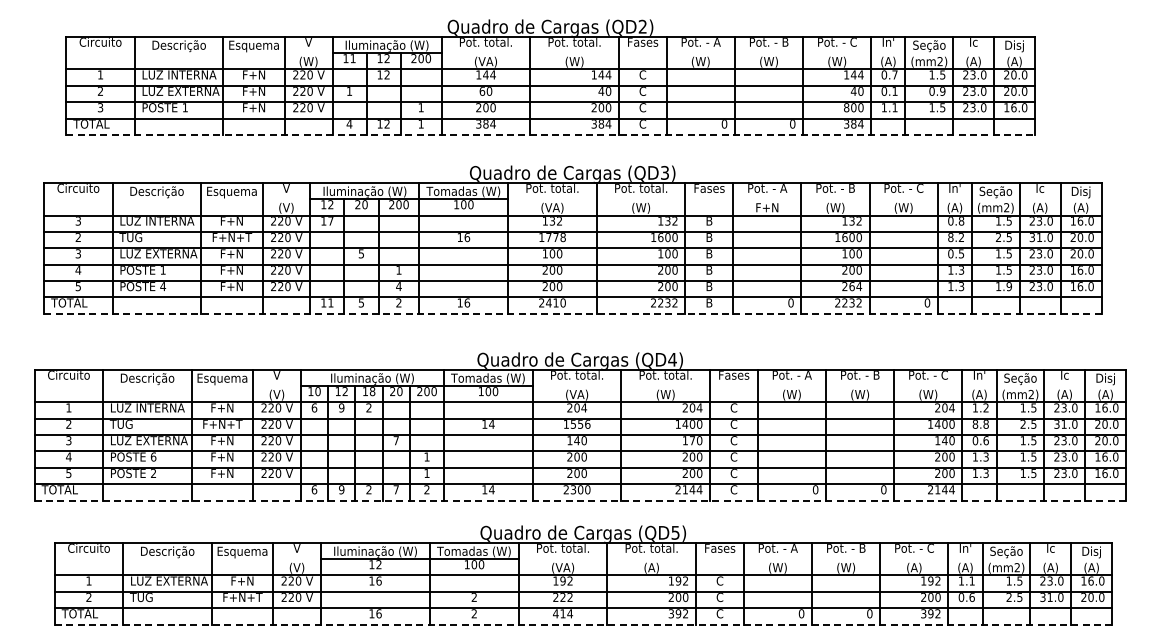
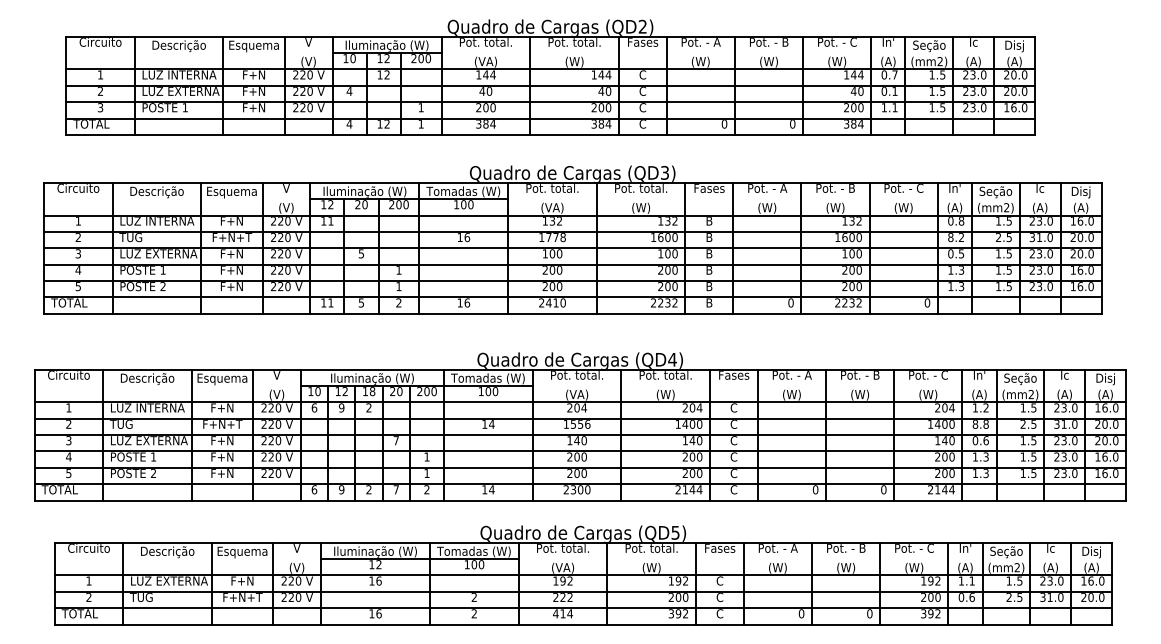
text at (352, 58): 11 -> 10
text at (308, 61): (W) -> (V)
text at (349, 91): 1 -> 4
text at (482, 91): 60 -> 40
text at (937, 91): 0.9 -> 1.5
text at (846, 107): 800 -> 200
line at (551, 134): dashed -> solid
text at (767, 207): F+N -> (W)
text at (77, 221): 3 -> 1
text at (330, 221): 17 -> 11
text at (163, 286): 4 -> 2
text at (398, 286): 4 -> 1
text at (855, 286): 264 -> 200
text at (1009, 286): 1.9 -> 1.5
line at (572, 313): dashed -> solid
text at (692, 440): 170 -> 140
text at (153, 456): 6 -> 1
line at (580, 500): dashed -> solid
text at (651, 567): (A) -> (W)
text at (914, 567): (A) -> (W)
line at (583, 624): dashed -> solid
